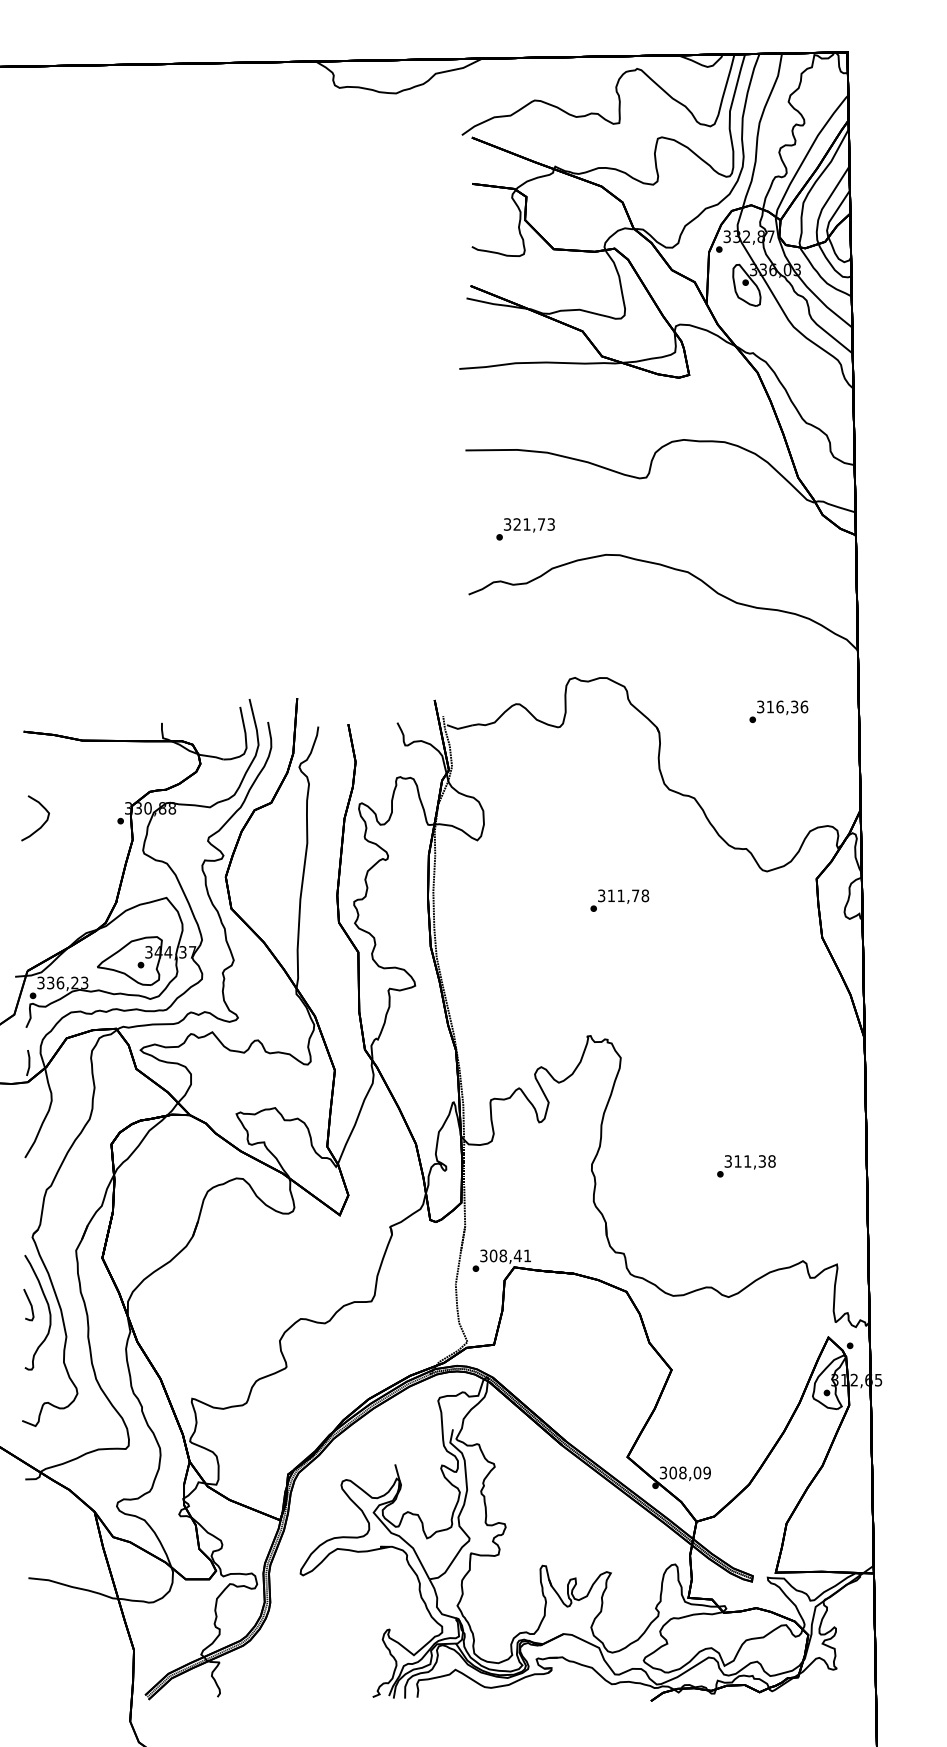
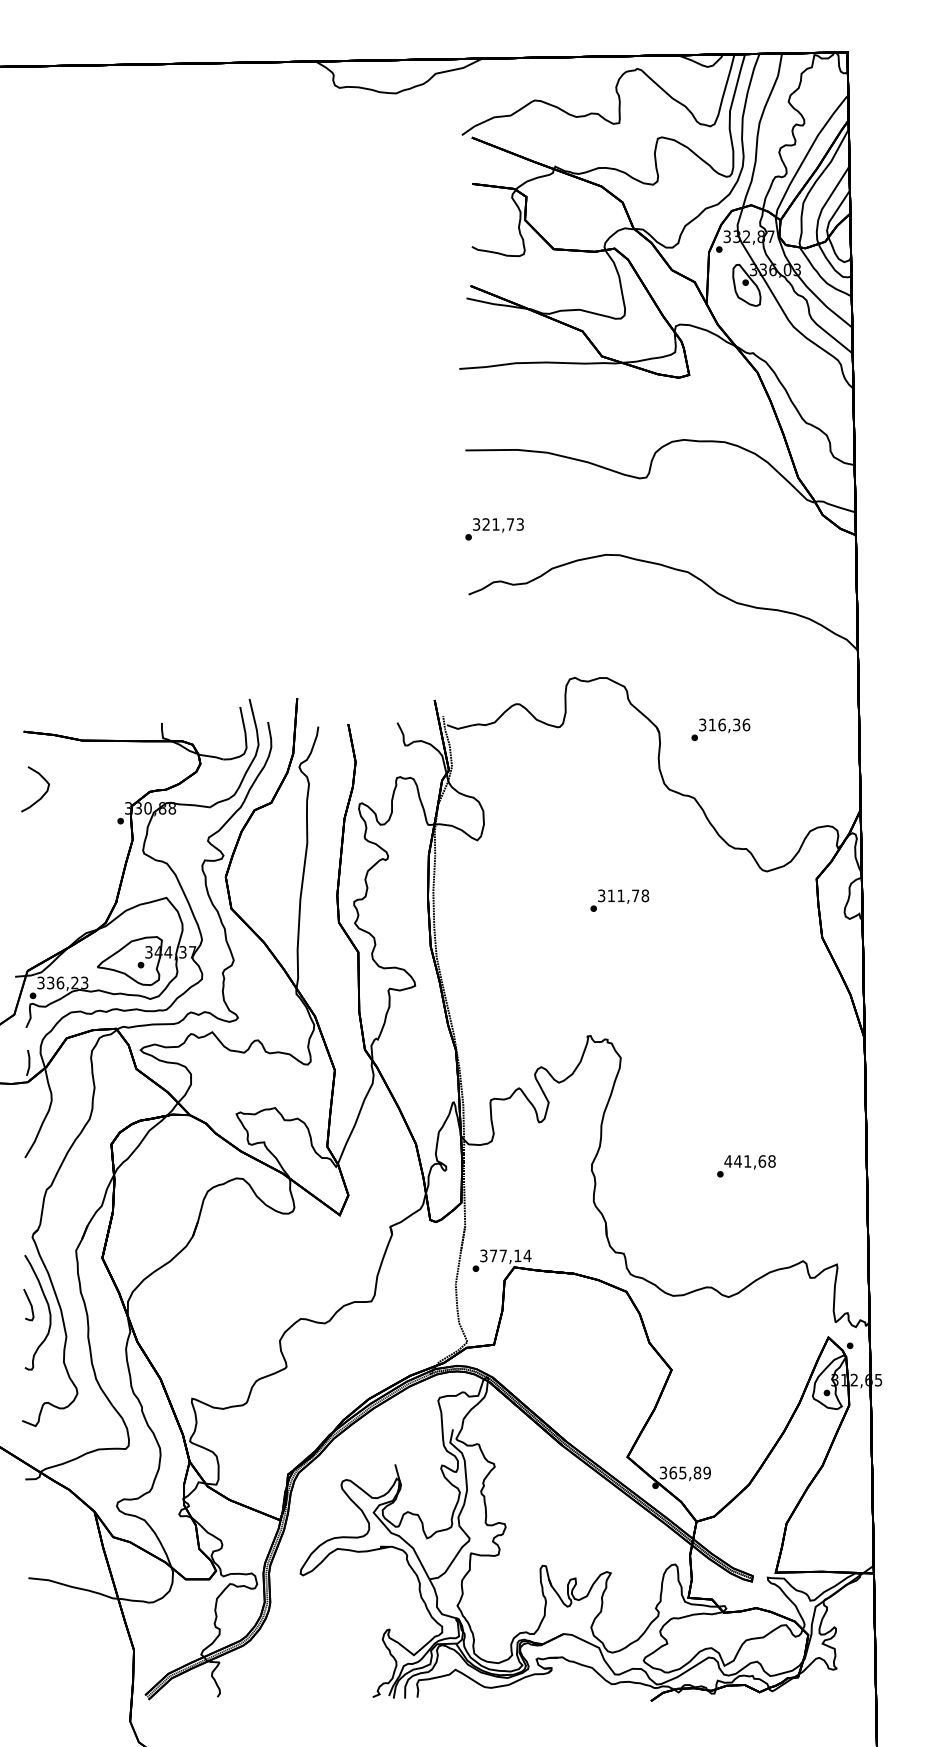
text at (525, 529) position: (525, 529) -> (494, 529)
text at (778, 711) position: (778, 711) -> (720, 729)
curve at (42, 824) position: (42, 824) -> (42, 795)
text at (745, 1161): 311,38 -> 441,68
text at (510, 1255): 308,41 -> 377,14
text at (685, 1472): 308,09 -> 365,89
